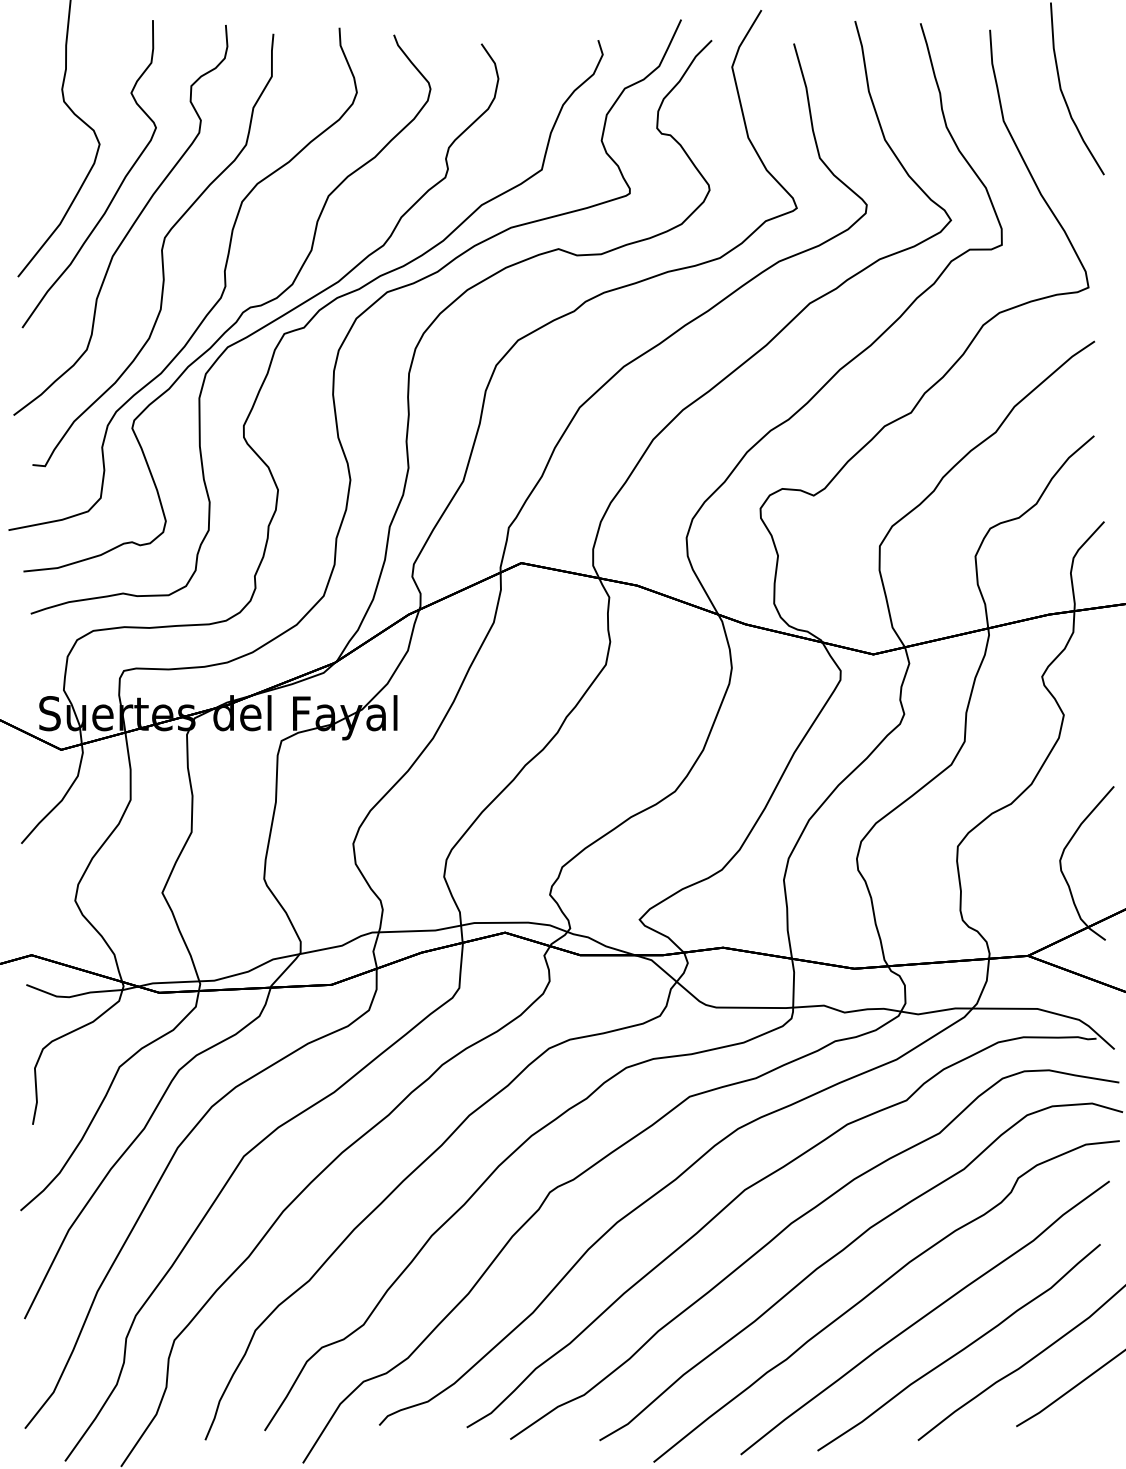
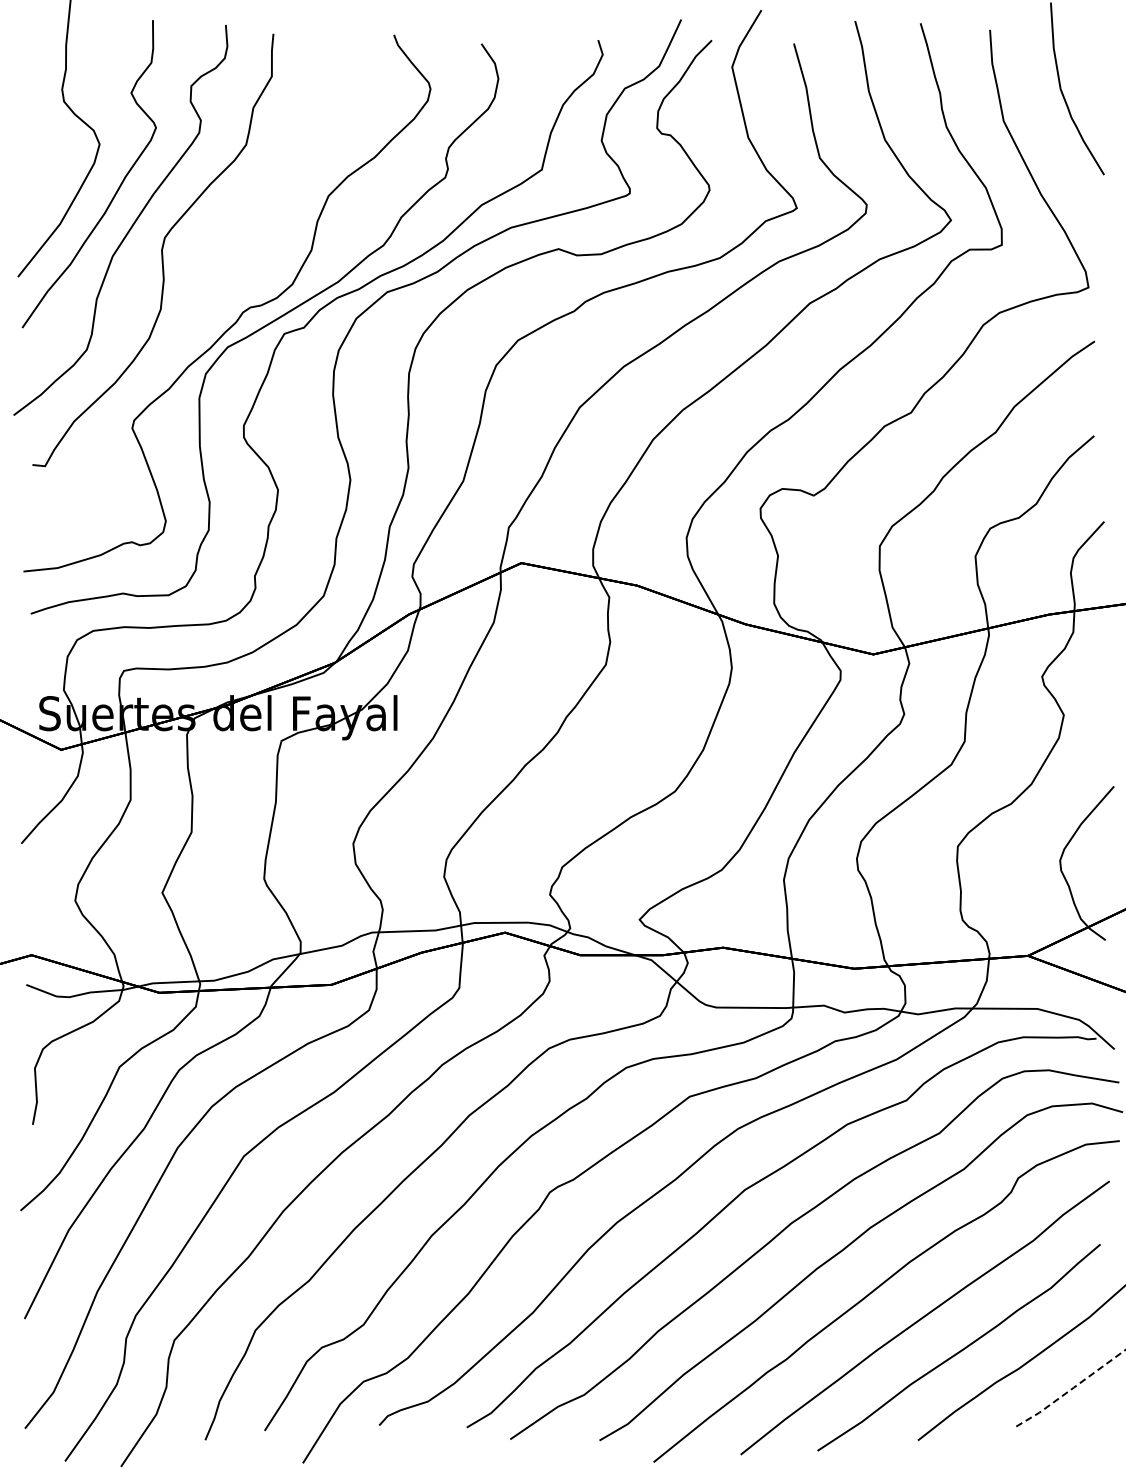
curve at (211, 307): present -> none
line at (1072, 1388): solid -> dashed
